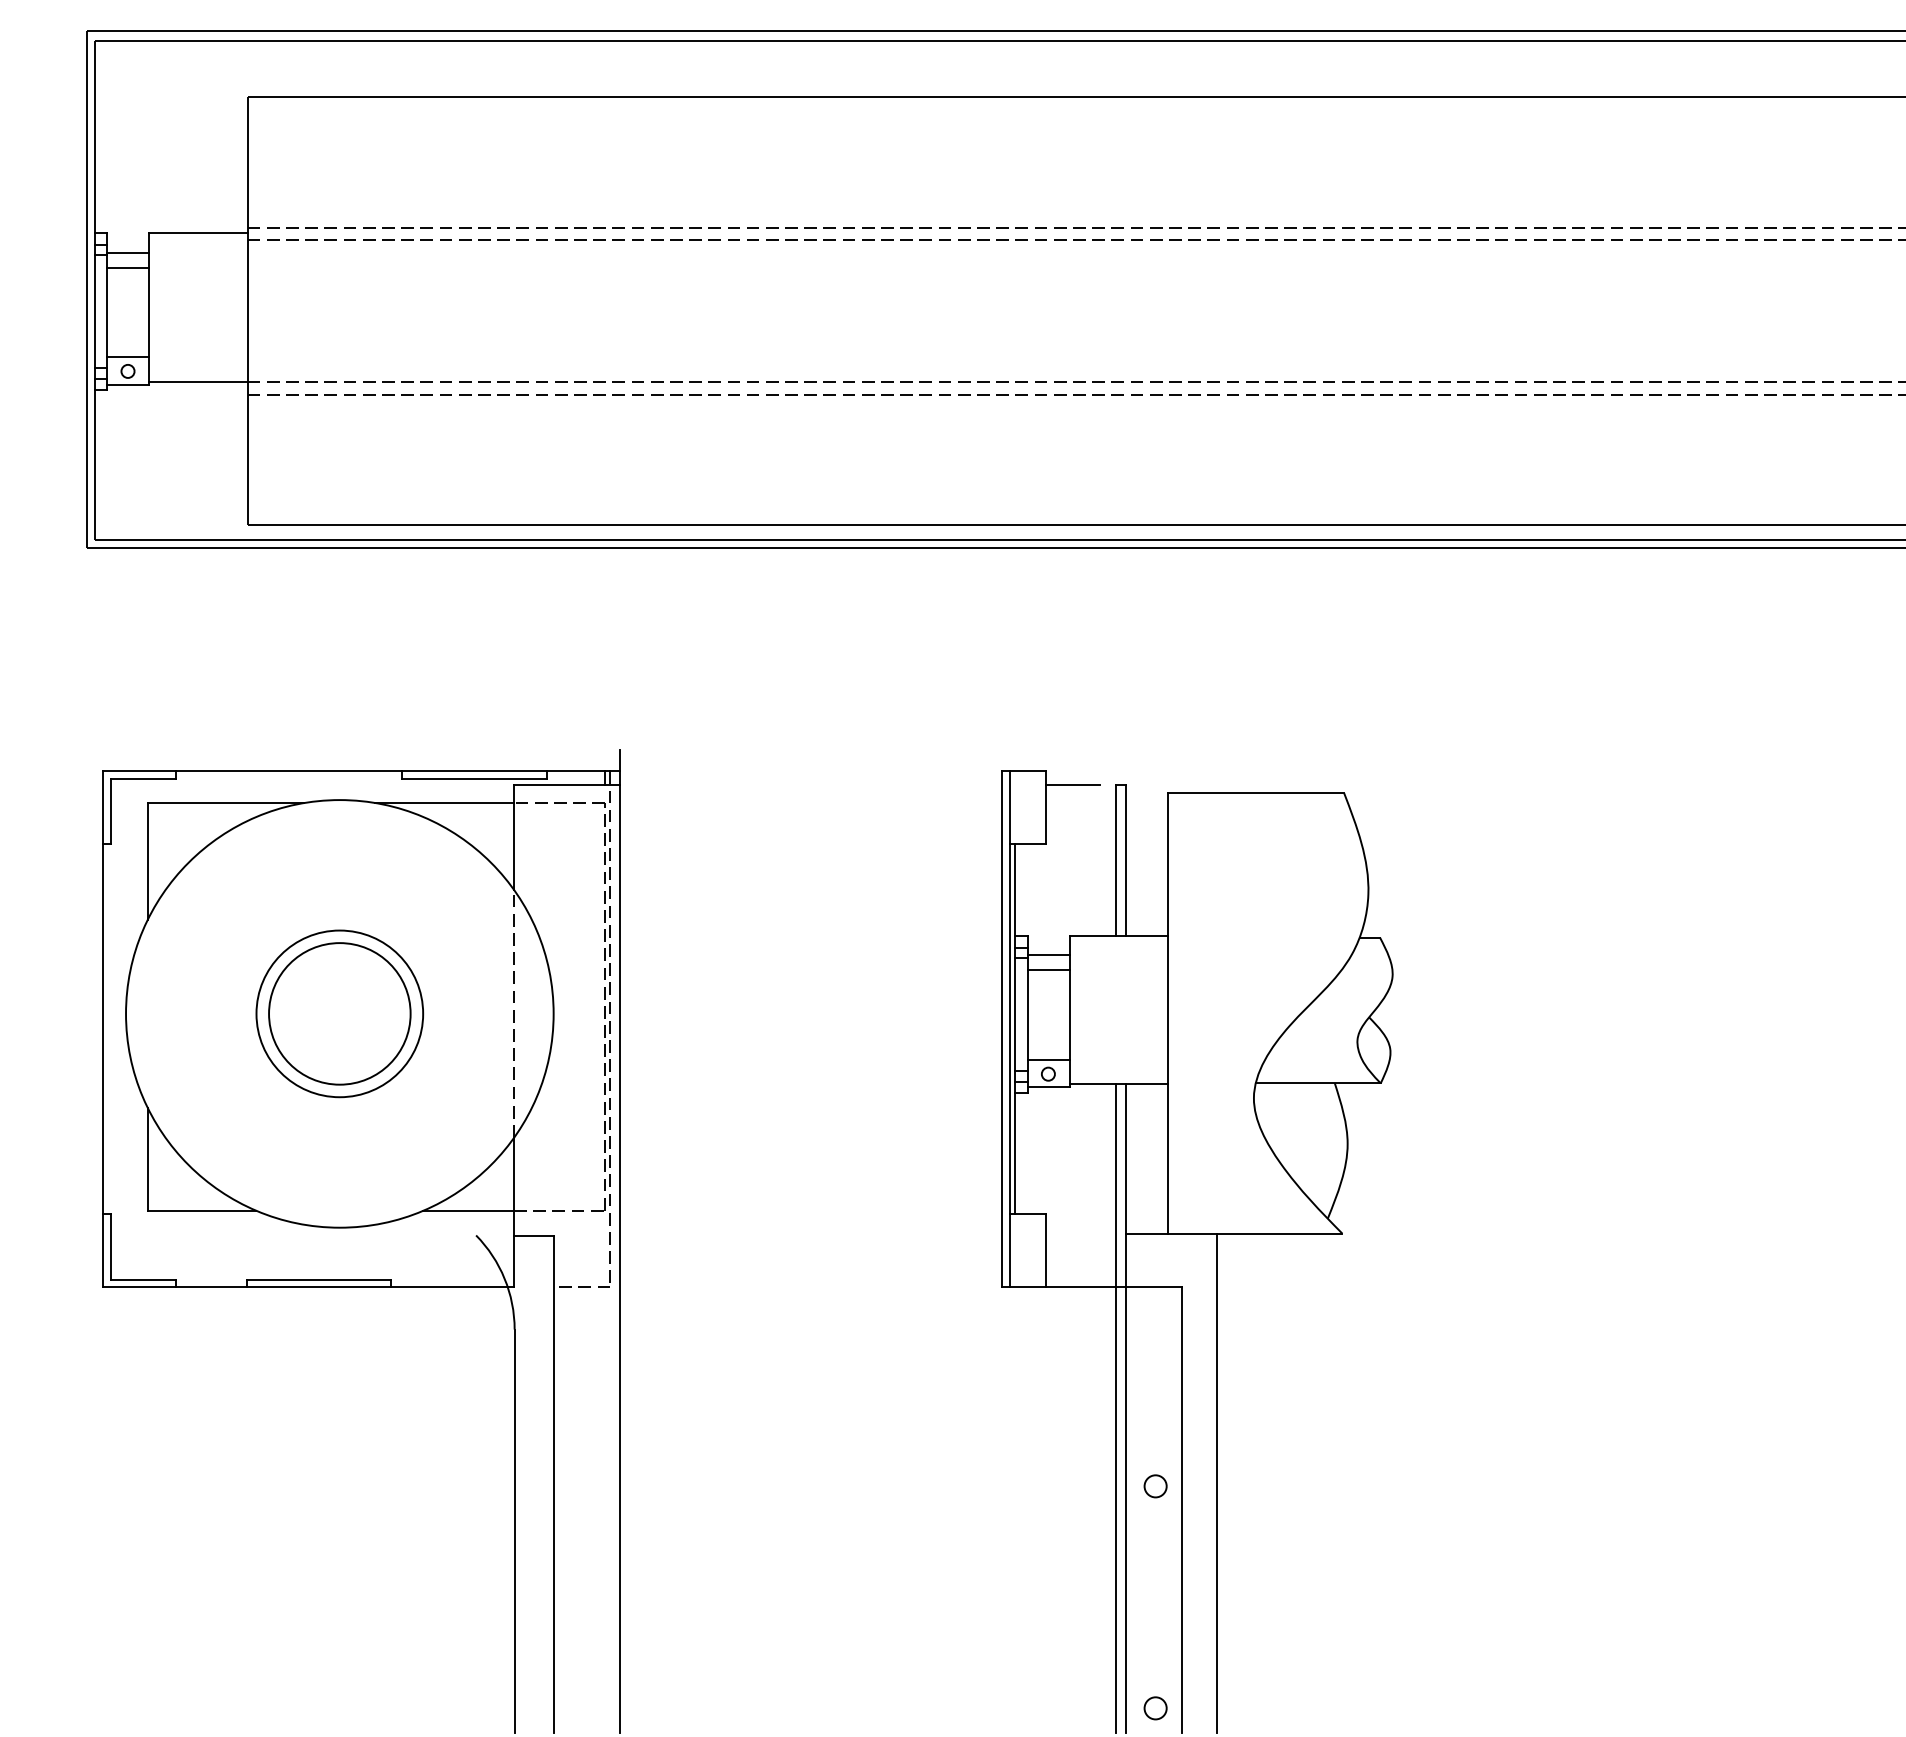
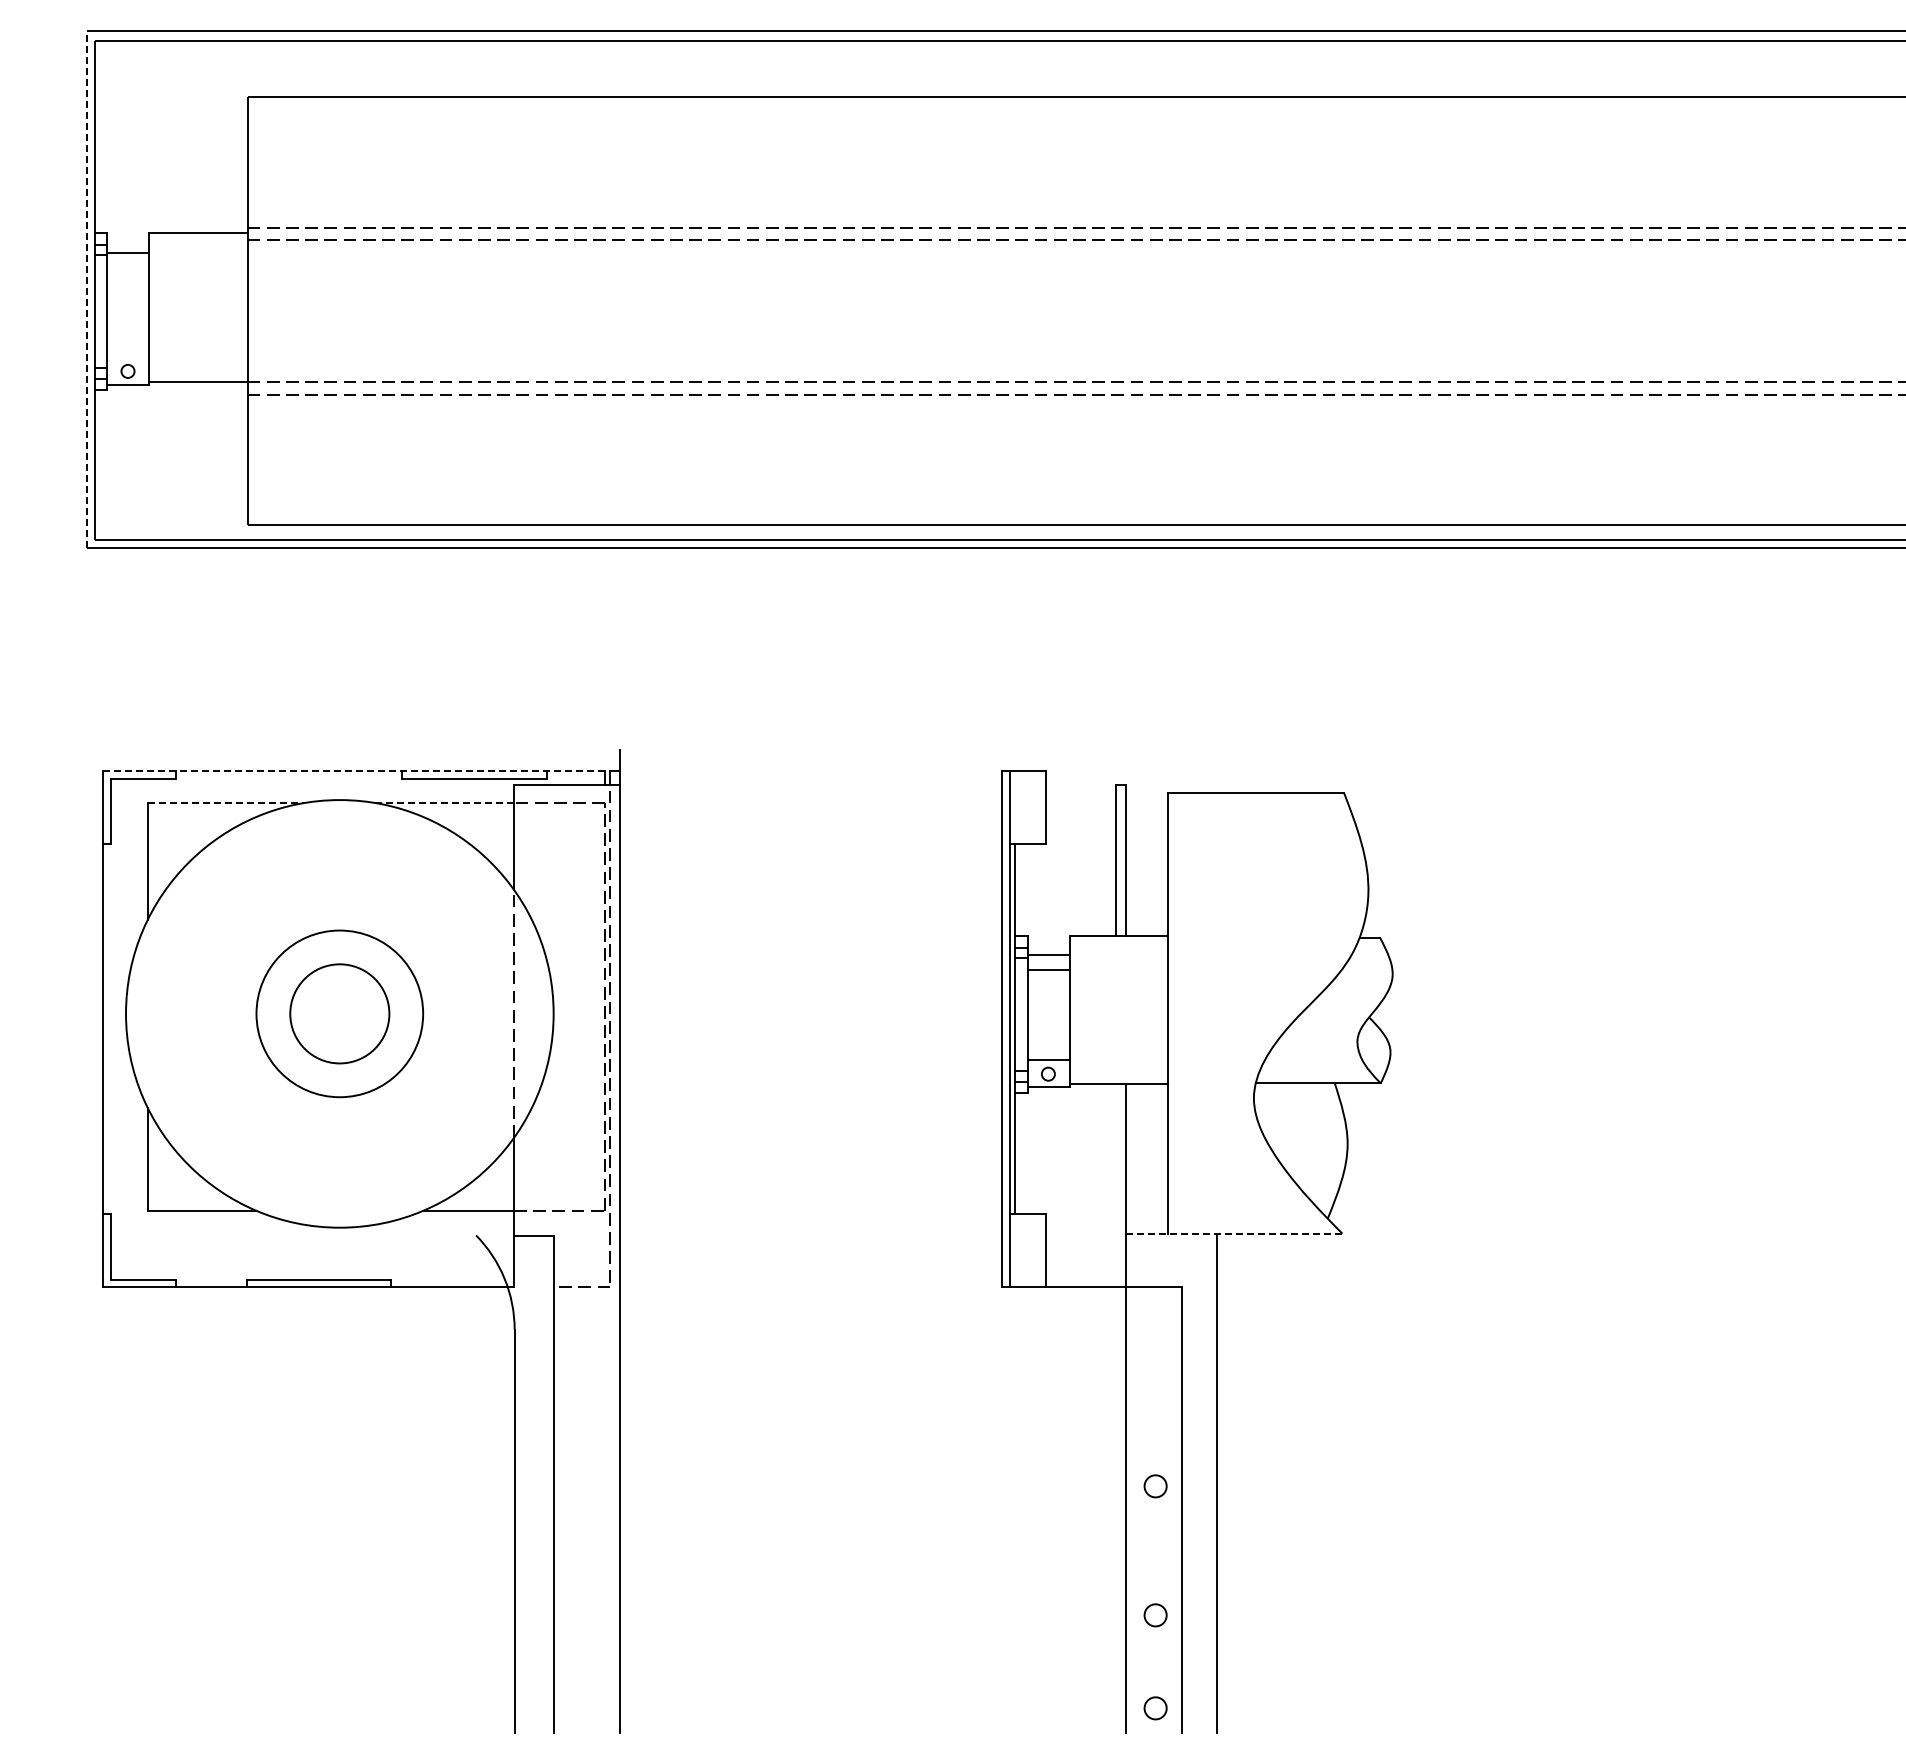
line at (128, 267): present -> none
line at (87, 289): solid -> dashed
line at (128, 356): present -> none
line at (356, 771): solid -> dashed
line at (1072, 785): present -> none
line at (226, 802): solid -> dashed
line at (445, 802): solid -> dashed
circle at (339, 1013) diameter: 142 px -> 99 px
line at (1234, 1233): solid -> dashed
line at (1116, 1408): present -> none
circle at (1155, 1615): none -> present
